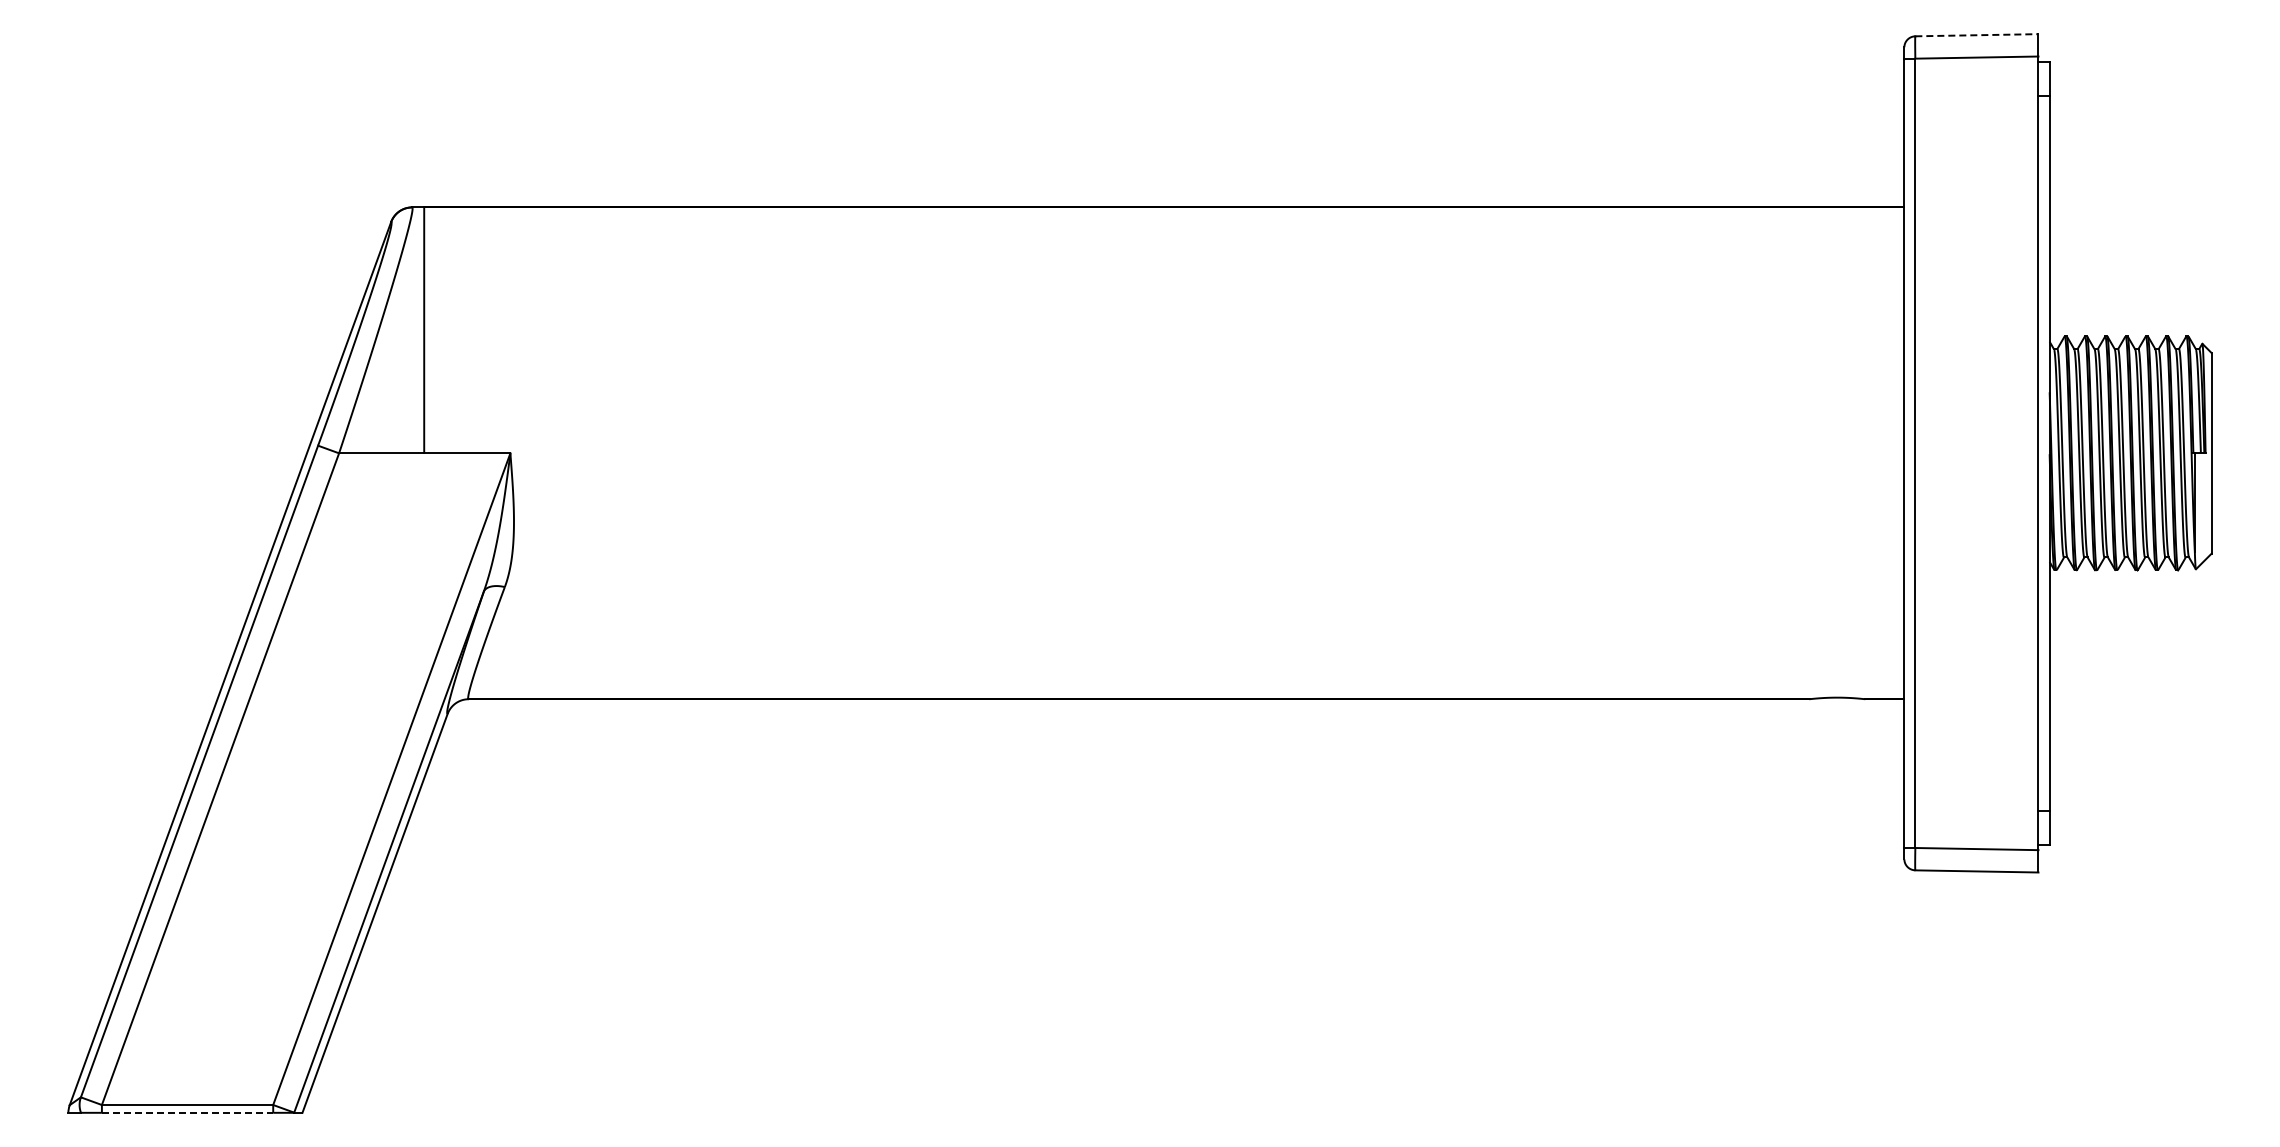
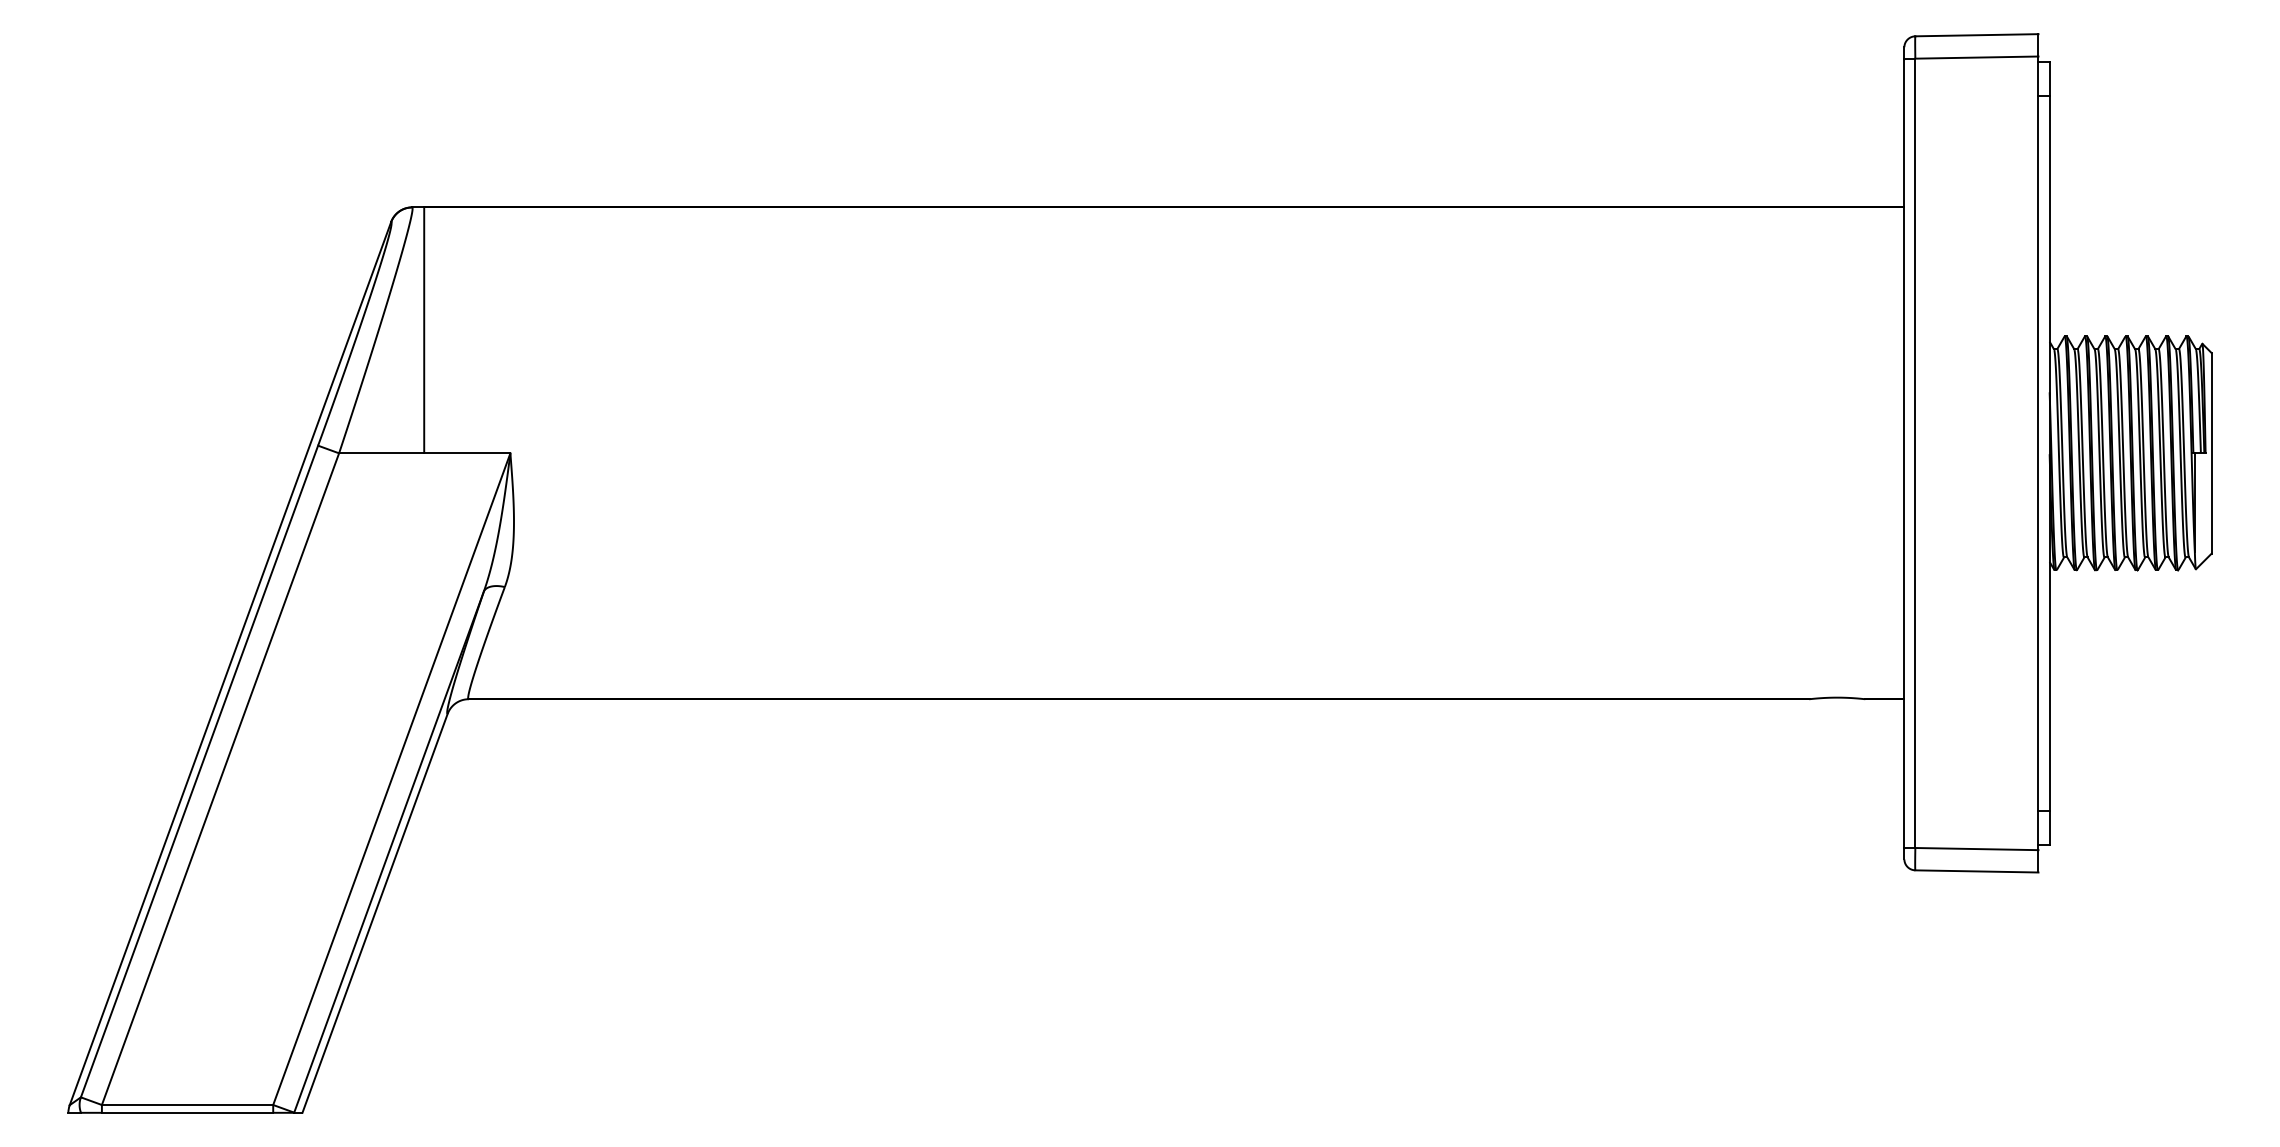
line at (1976, 35): dashed -> solid
line at (187, 1112): dashed -> solid
